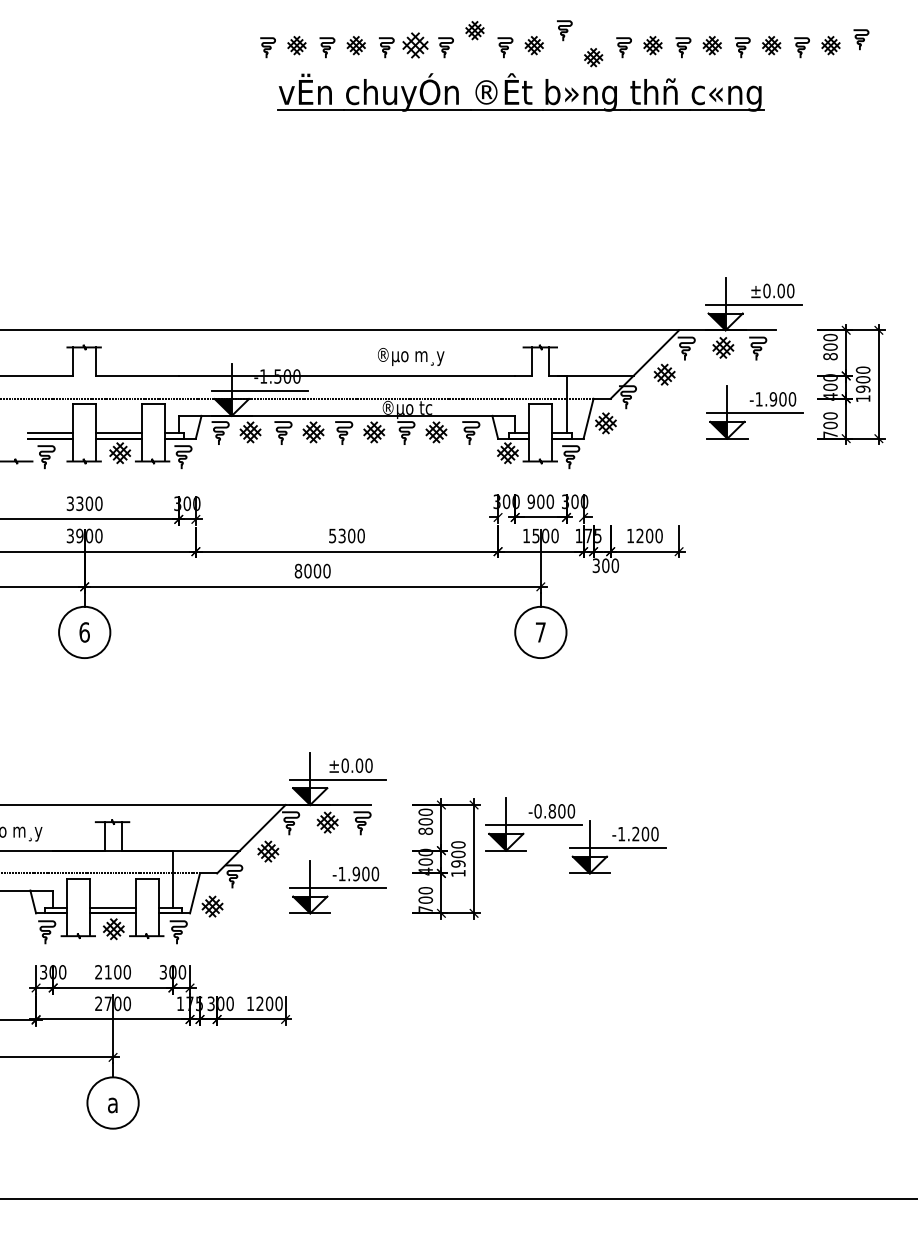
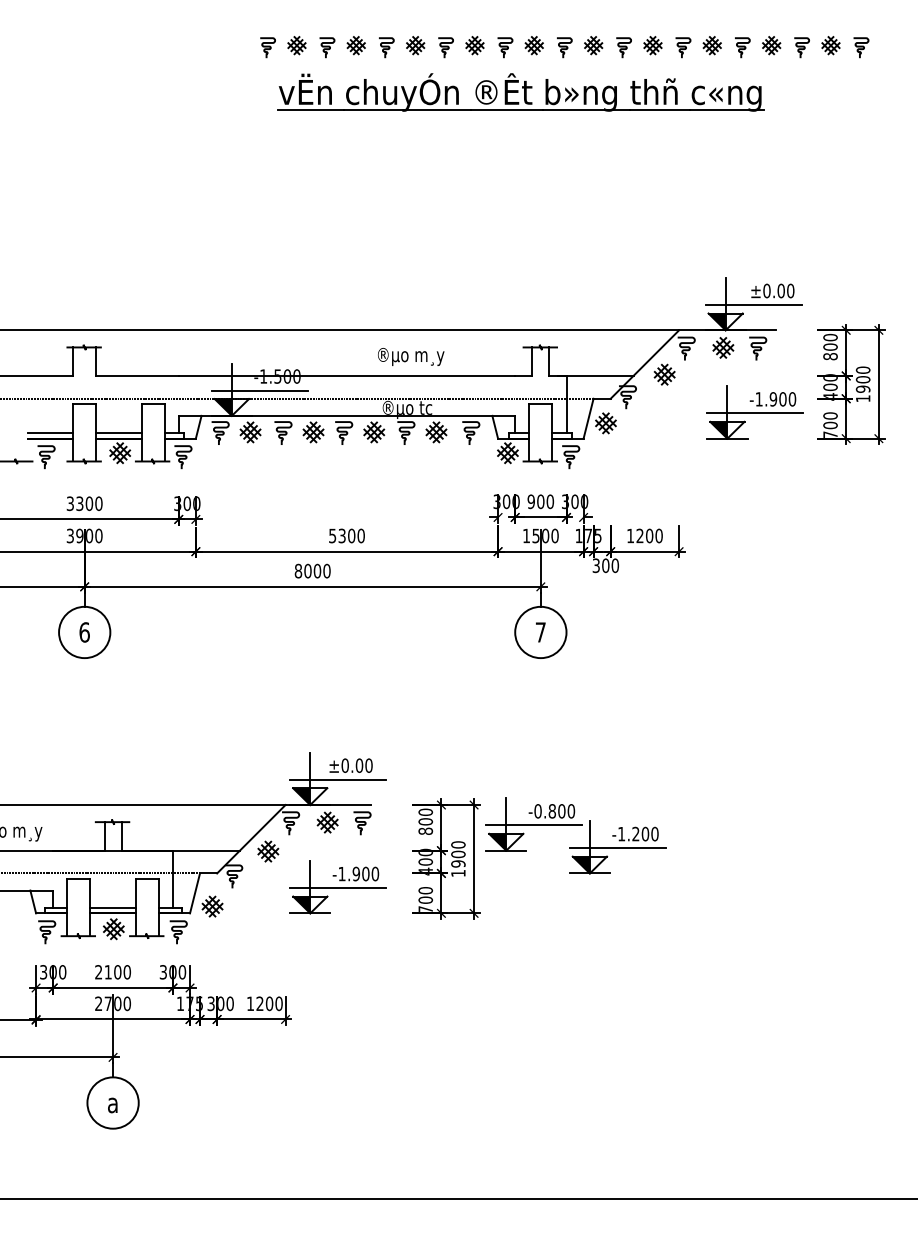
part at (474, 30) position: (474, 30) -> (474, 45)
curve at (564, 30) position: (564, 30) -> (564, 47)
curve at (861, 39) position: (861, 39) -> (861, 47)
part at (415, 45) size: 27x27 px -> 20x20 px
part at (593, 57) position: (593, 57) -> (593, 45)
